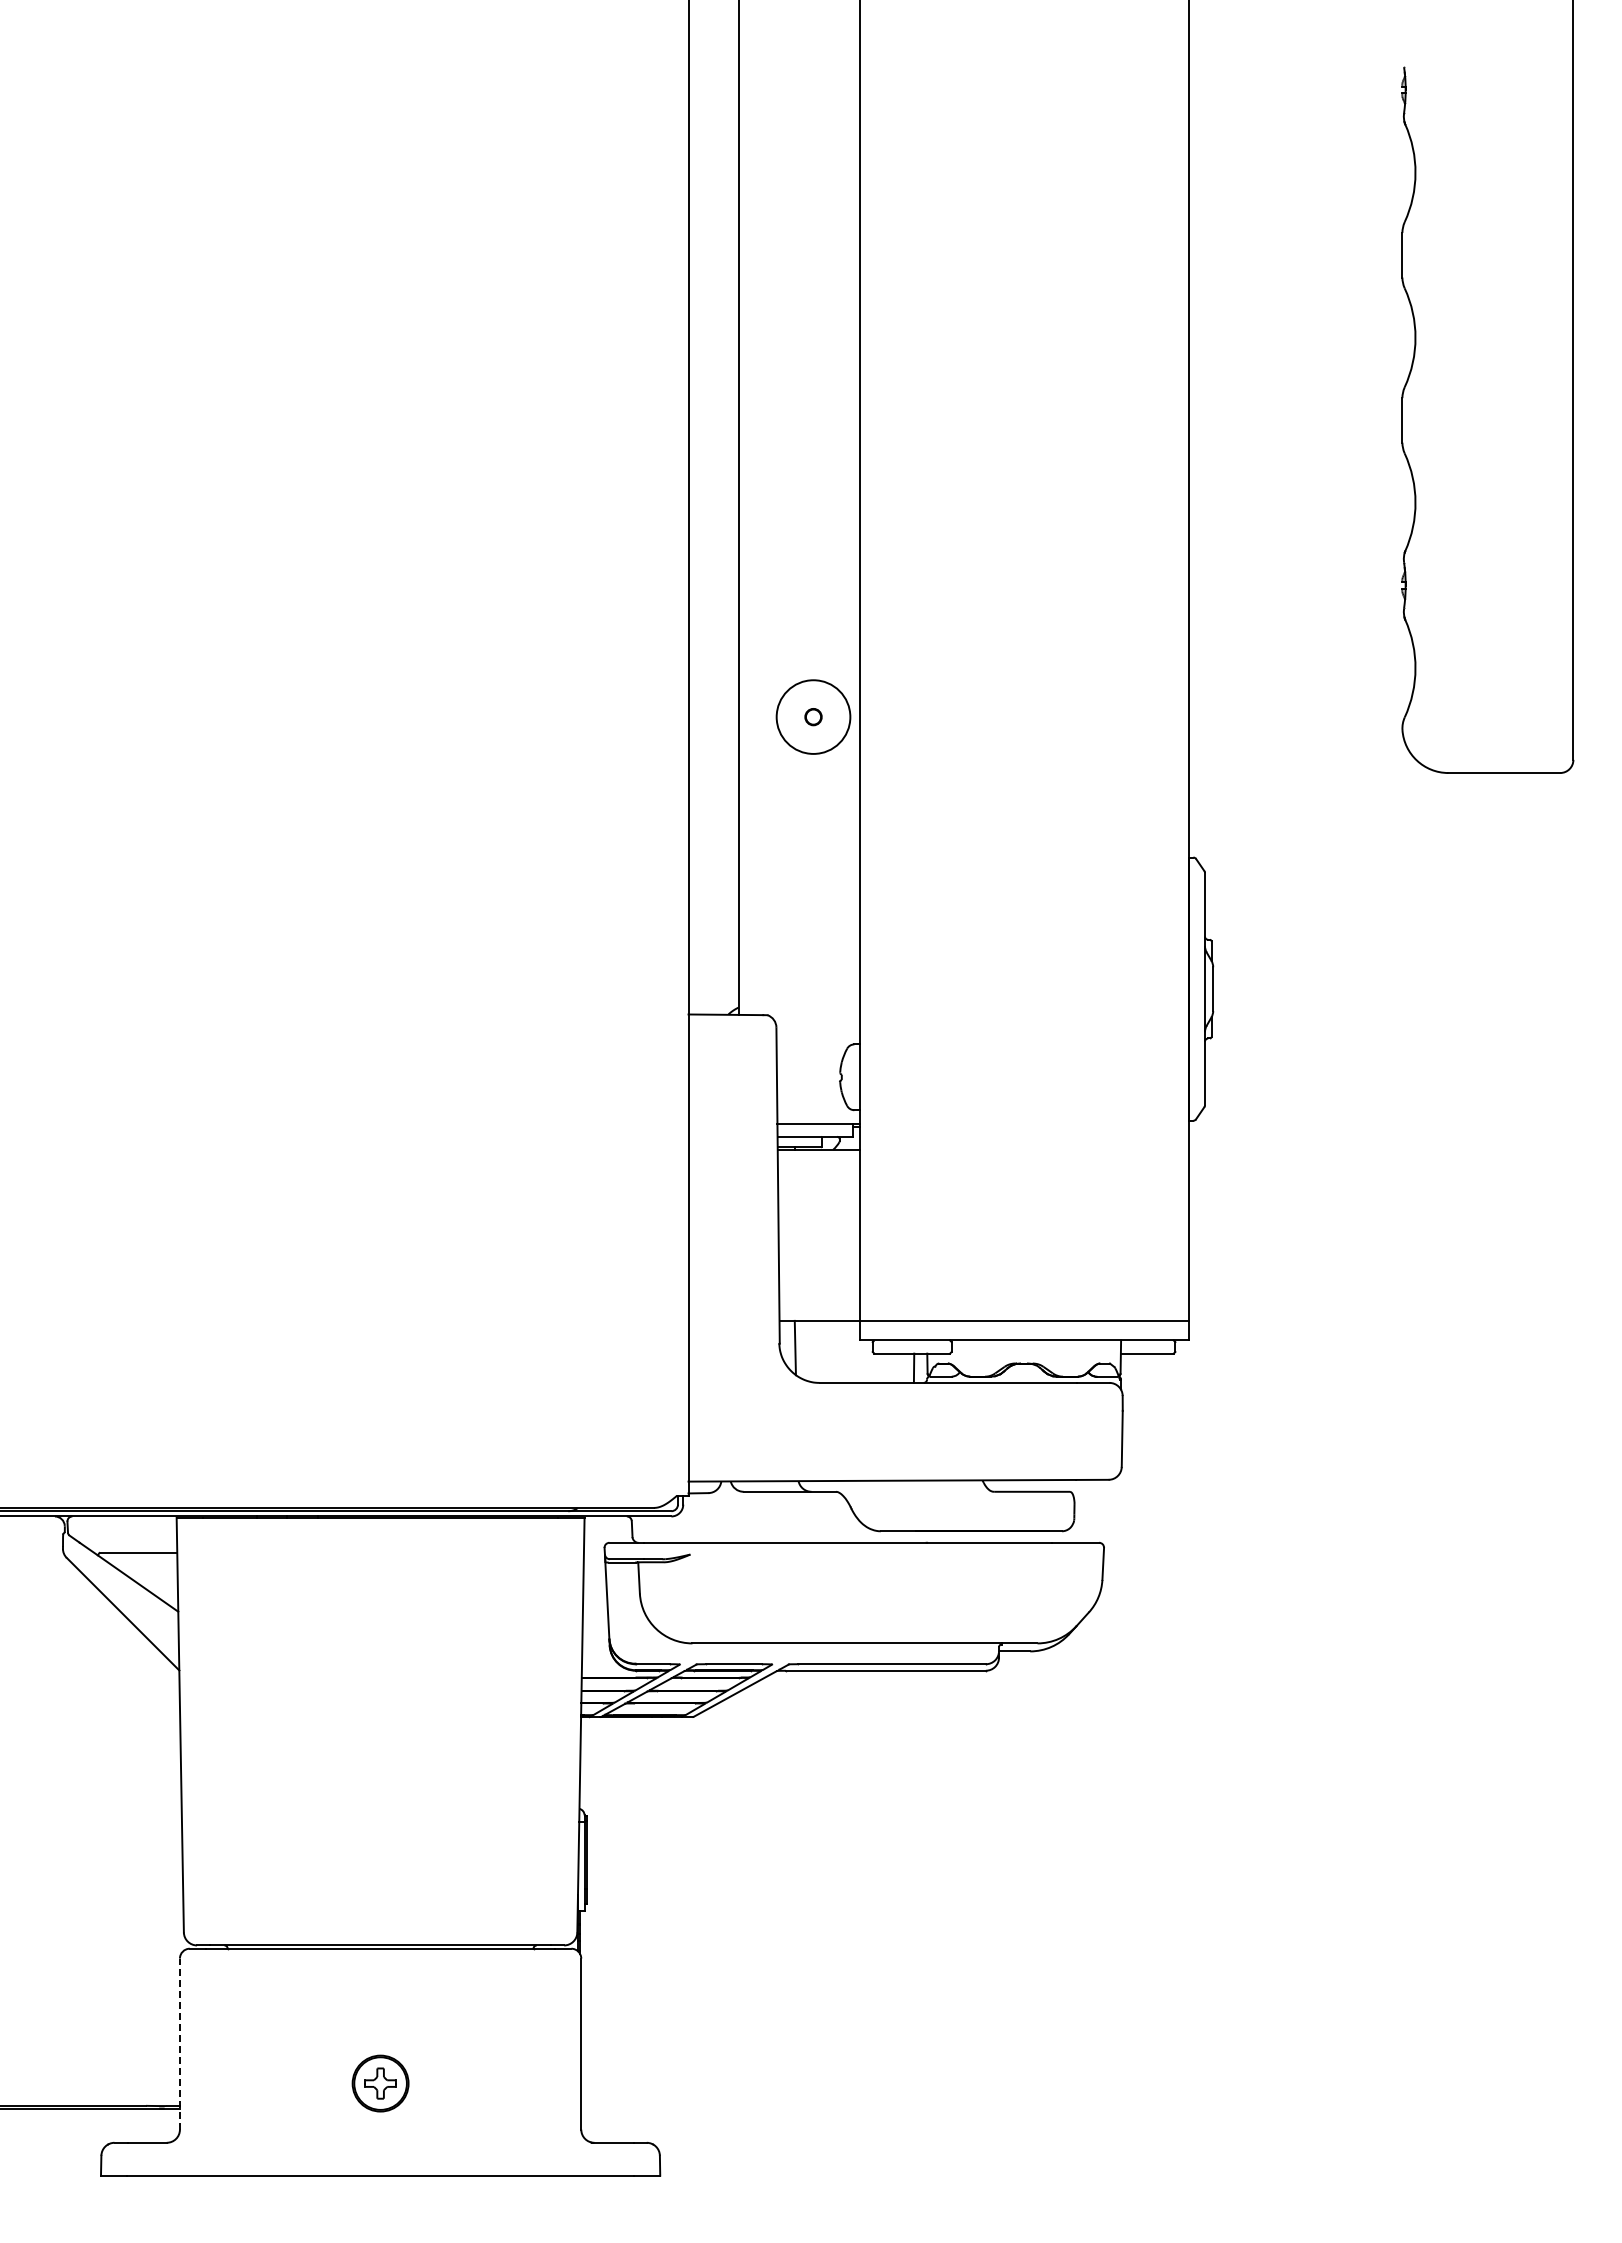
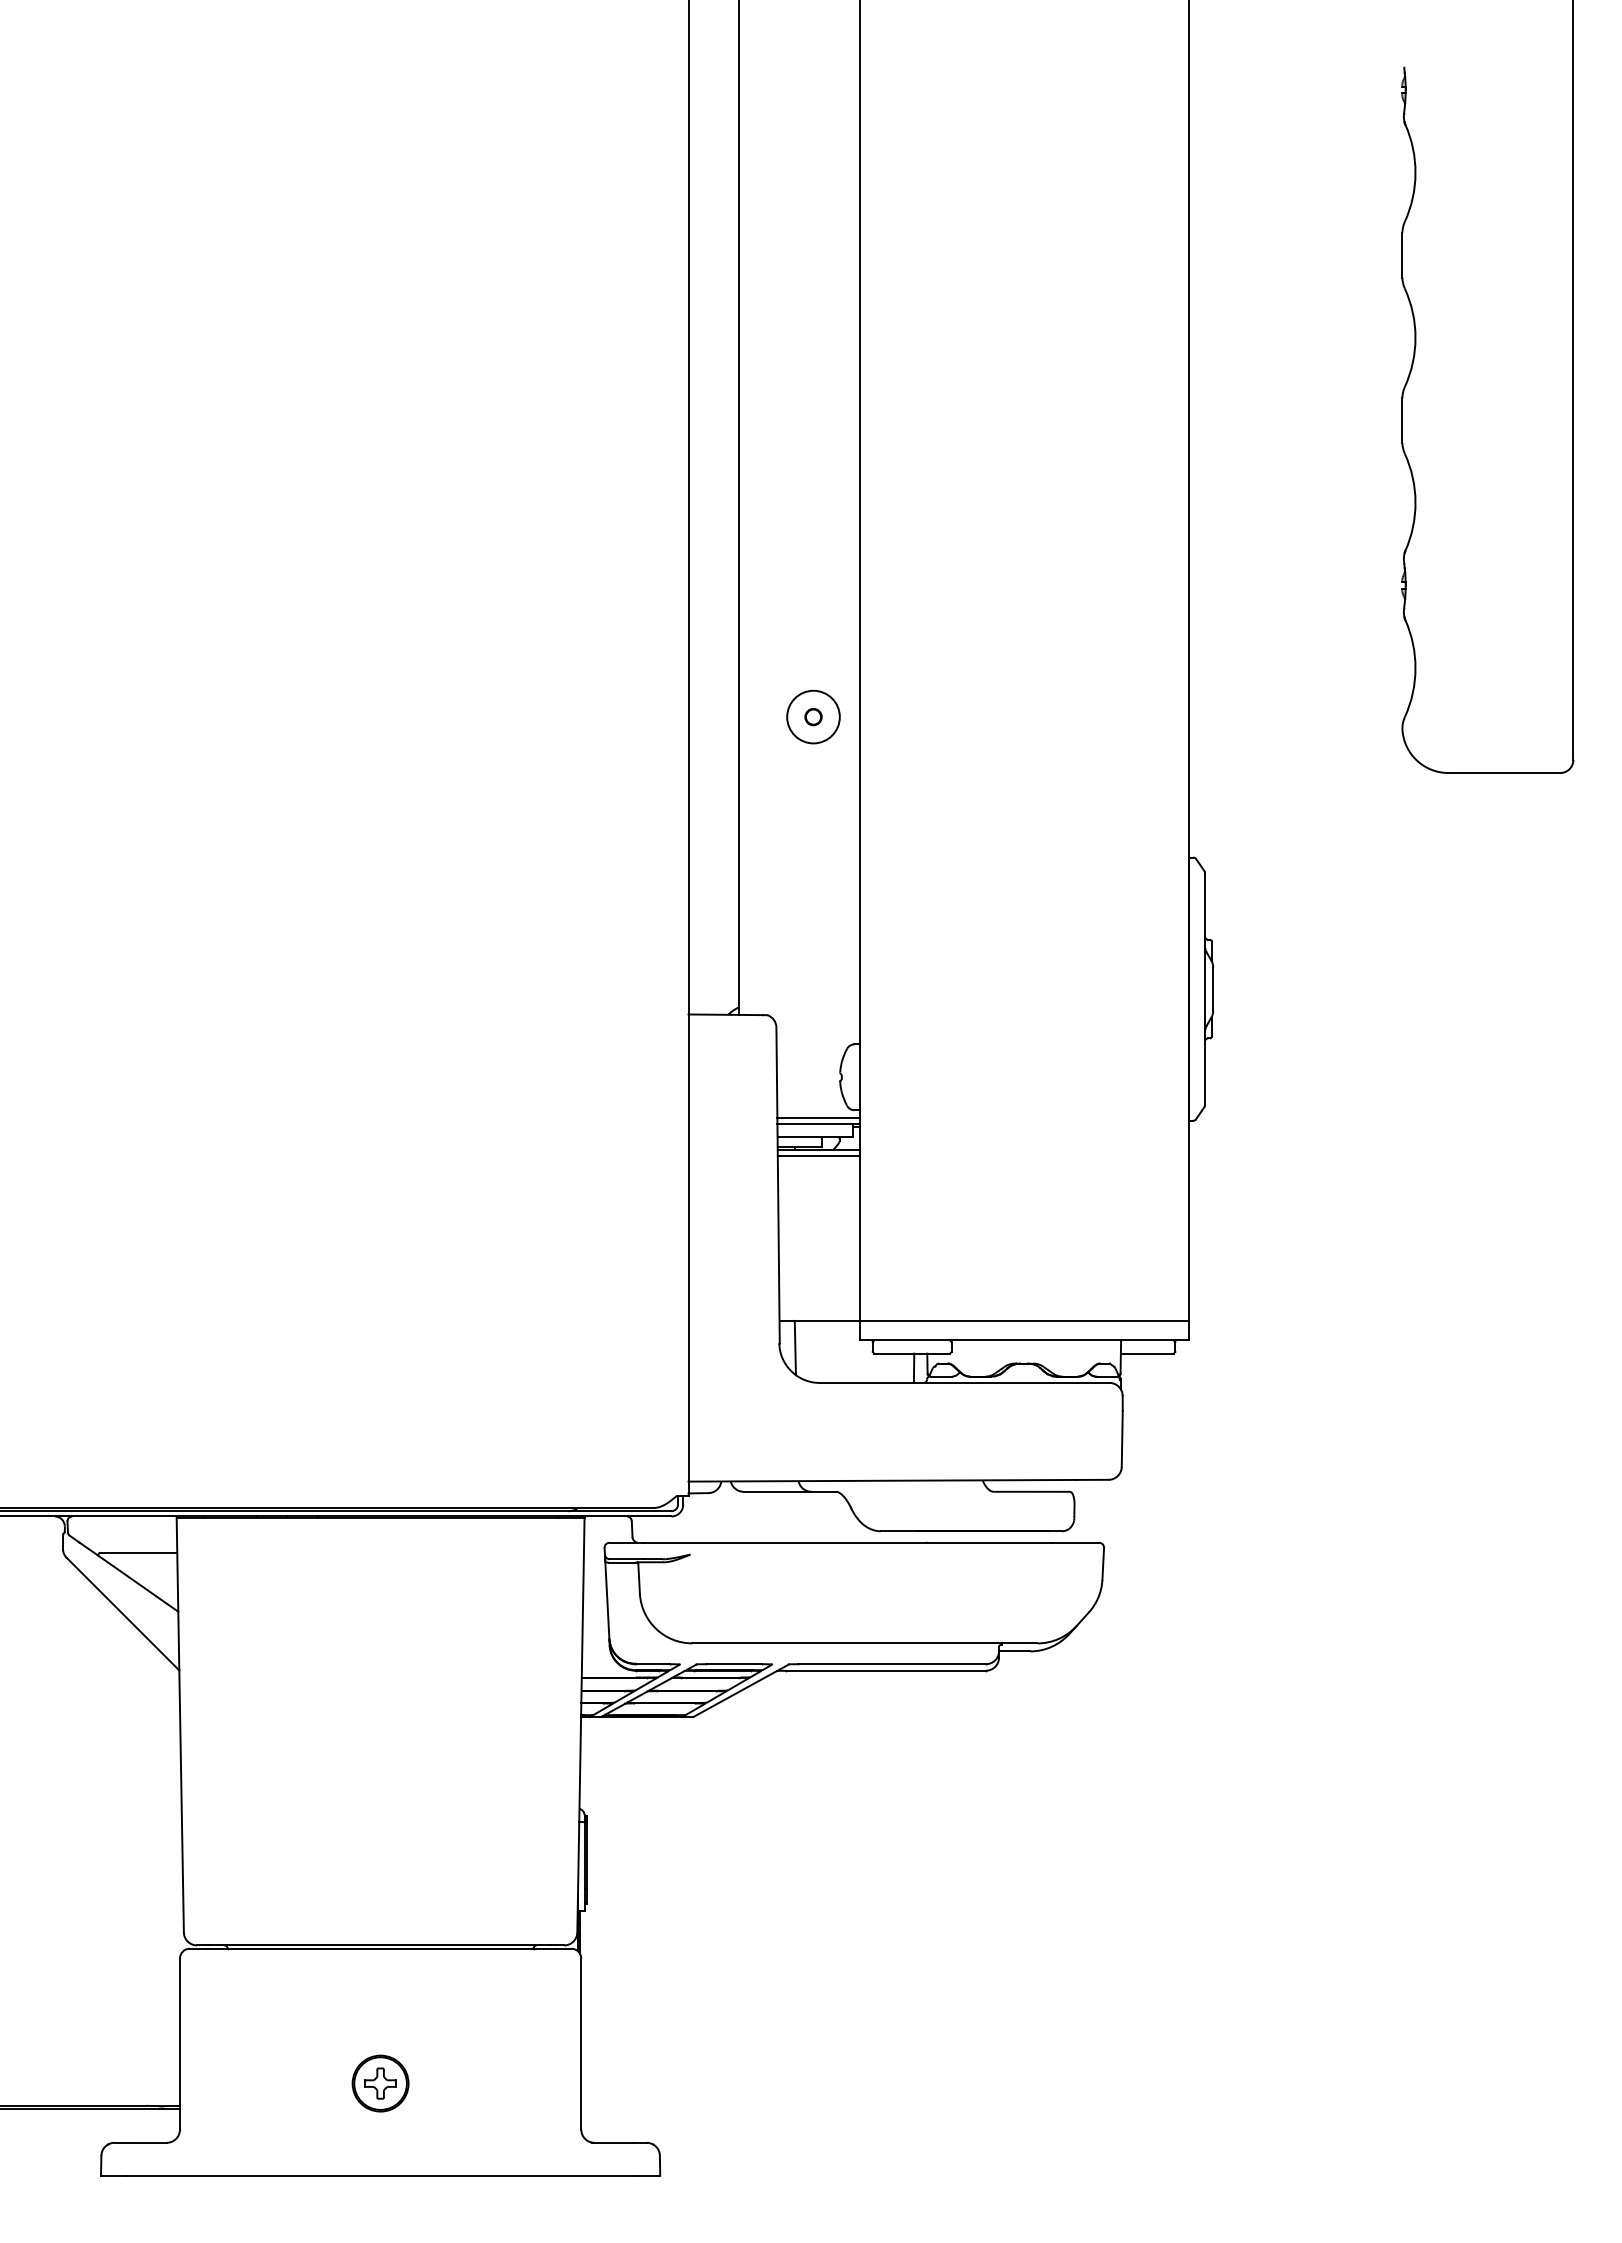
circle at (813, 716) diameter: 74 px -> 53 px
line at (818, 1118): none -> present
line at (818, 1156): none -> present
line at (179, 2044): dashed -> solid
